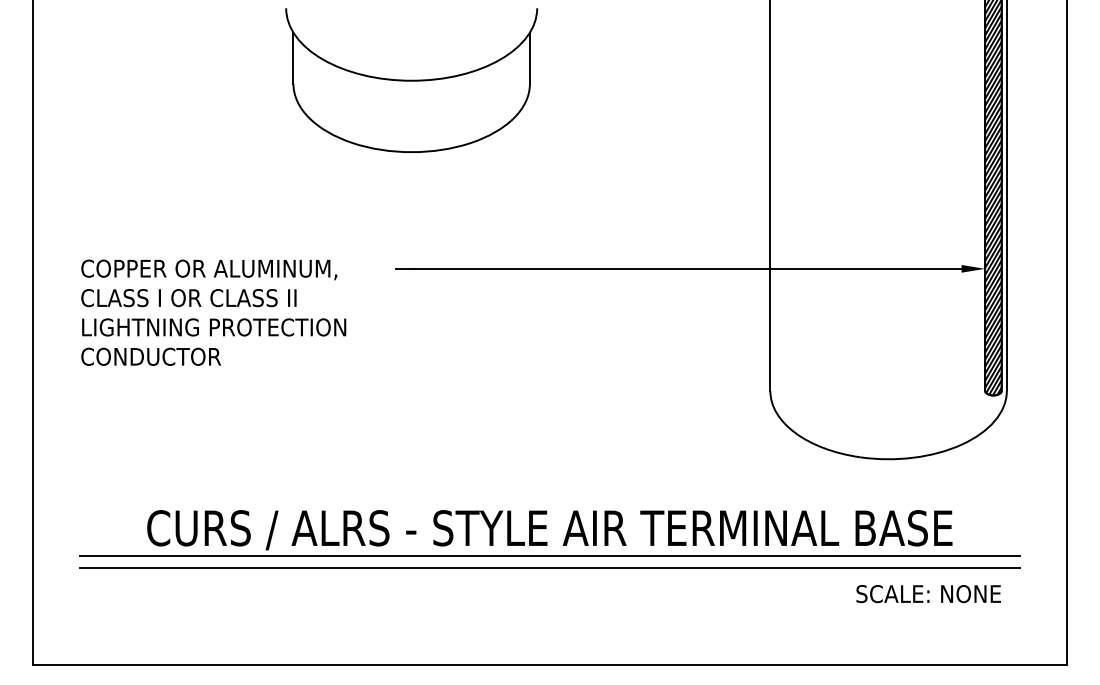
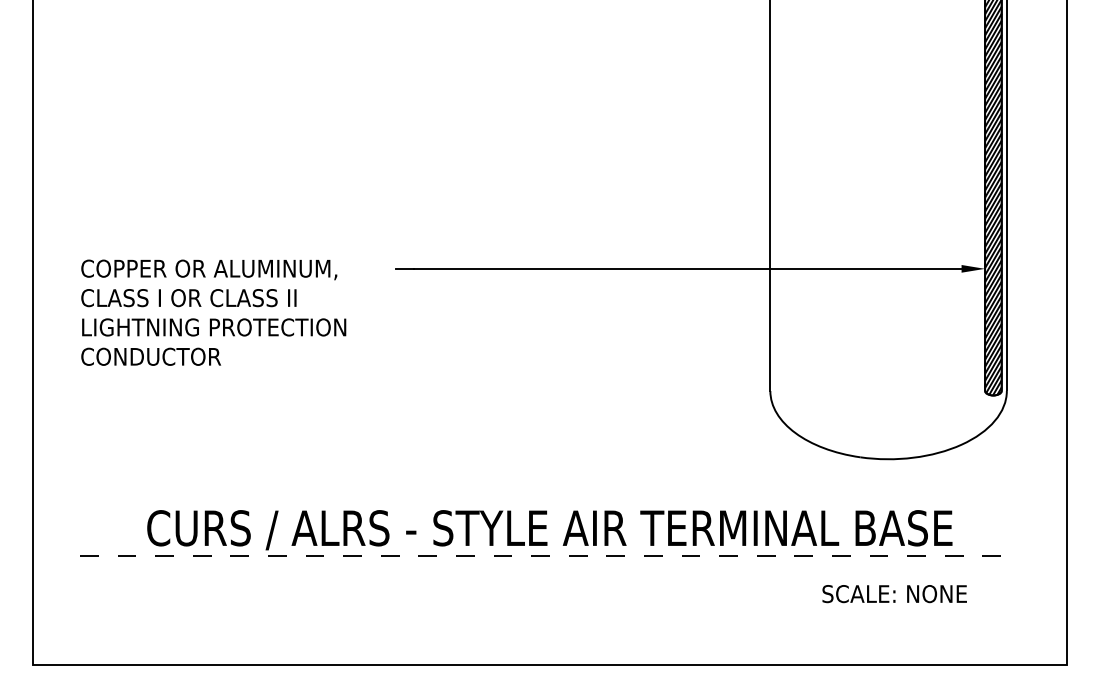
part at (411, 80): present -> none
line at (549, 555): solid -> dashed
line at (549, 567): present -> none
text at (928, 594) position: (928, 594) -> (894, 594)
